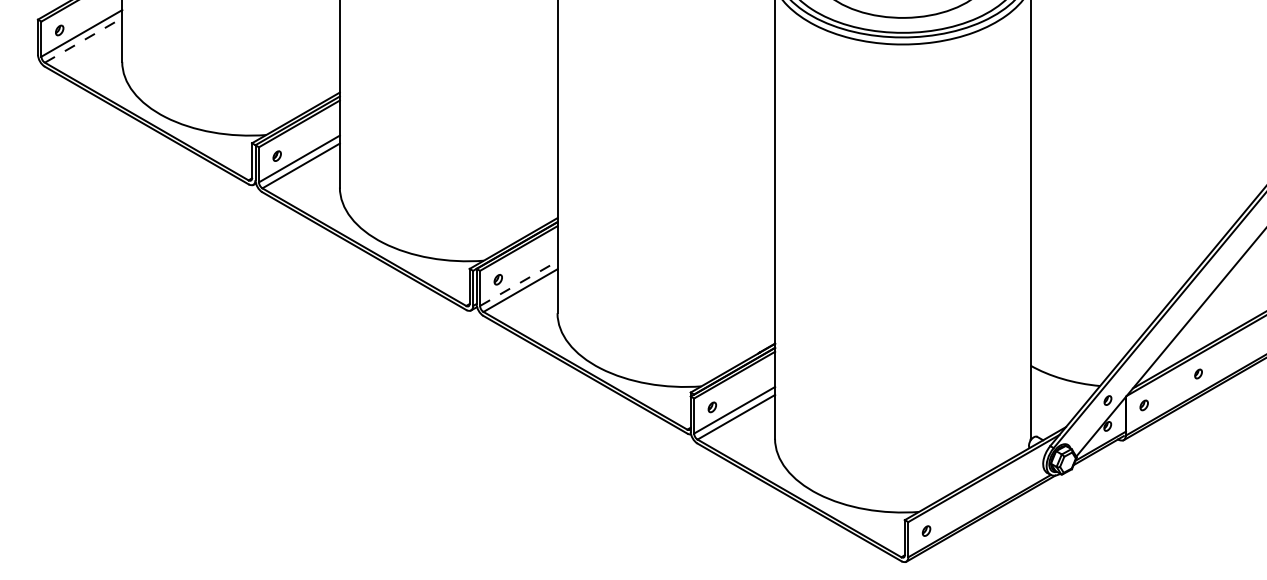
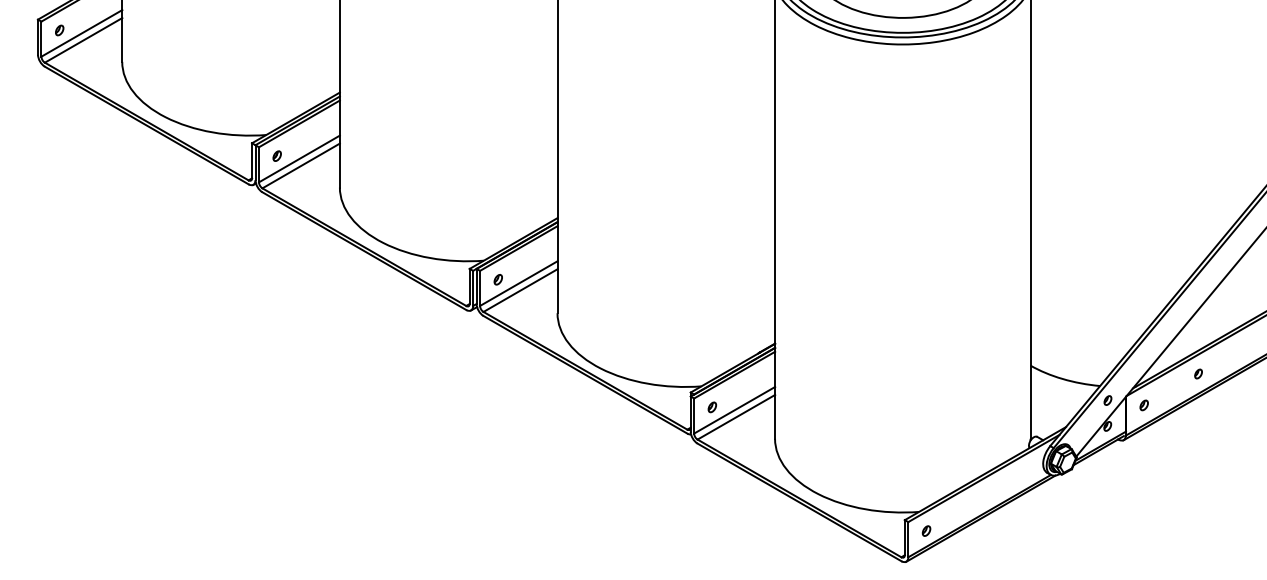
line at (83, 40): dashed -> solid
line at (518, 283): dashed -> solid
